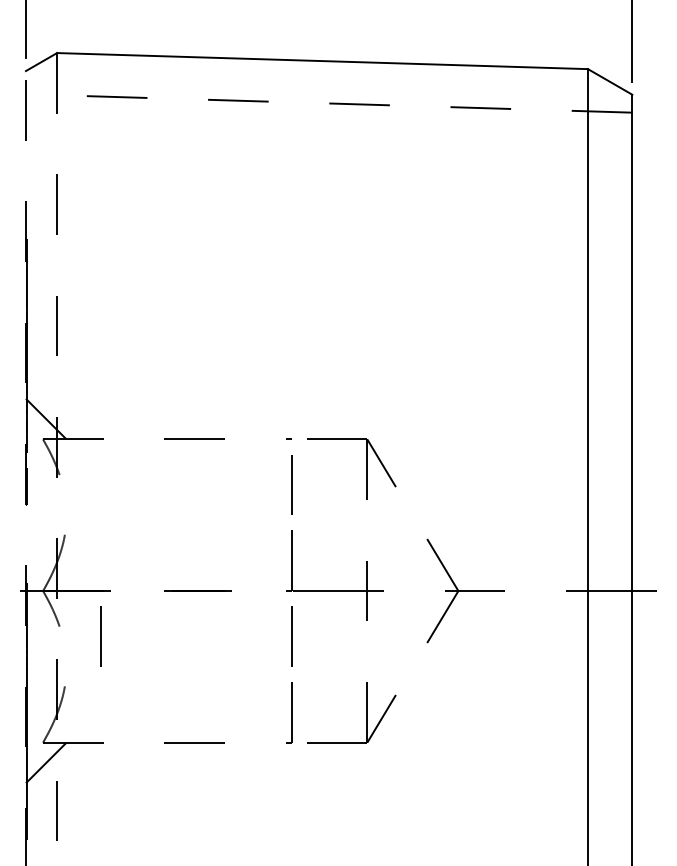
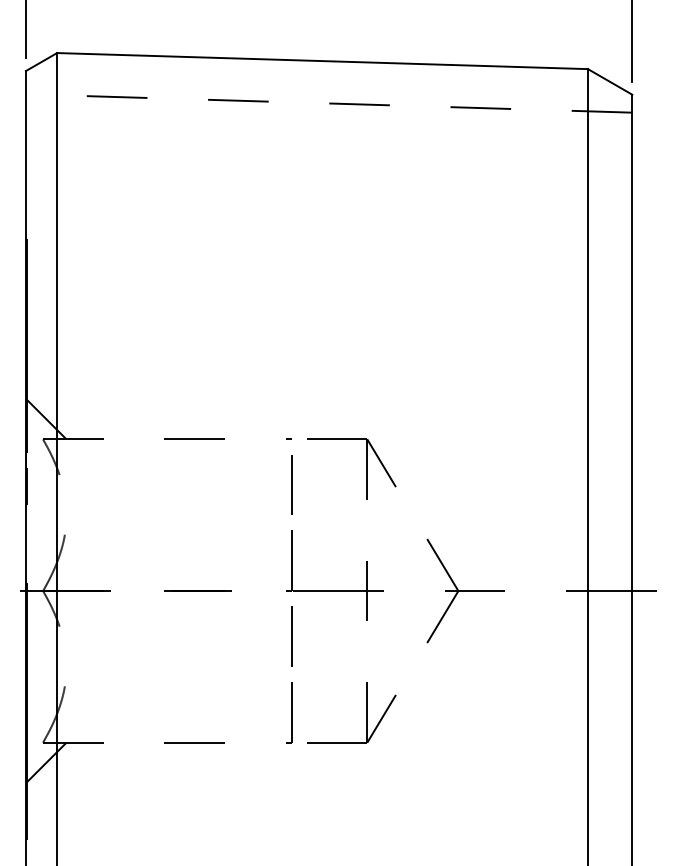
line at (57, 459): dashed -> solid
line at (25, 468): dashed -> solid
line at (100, 636): present -> none
